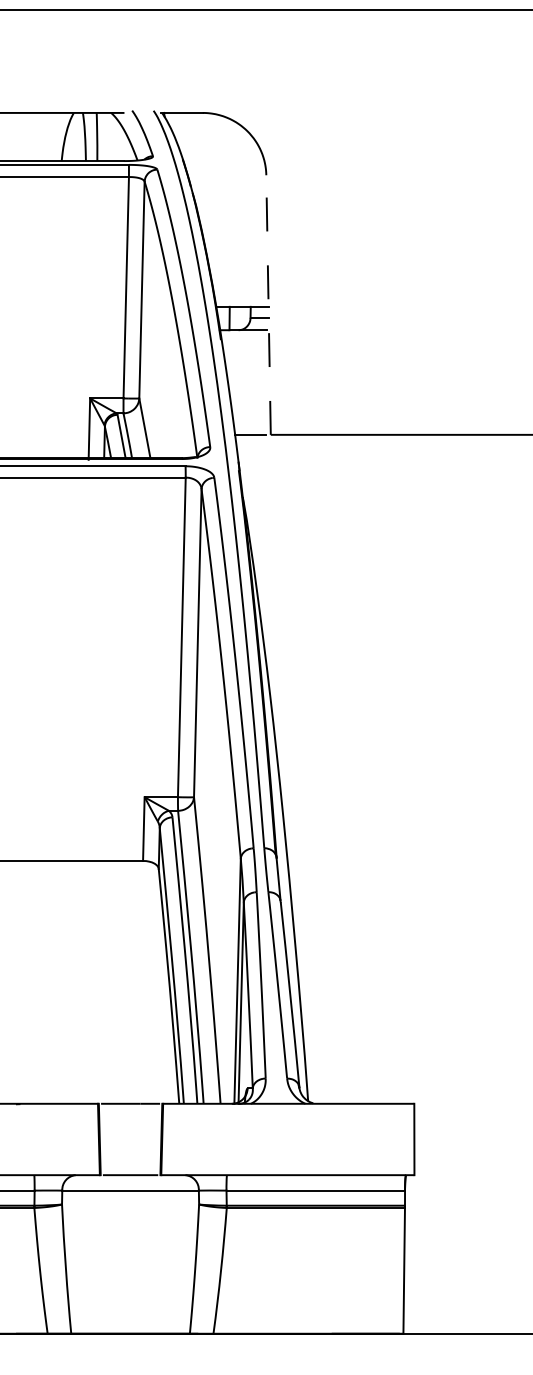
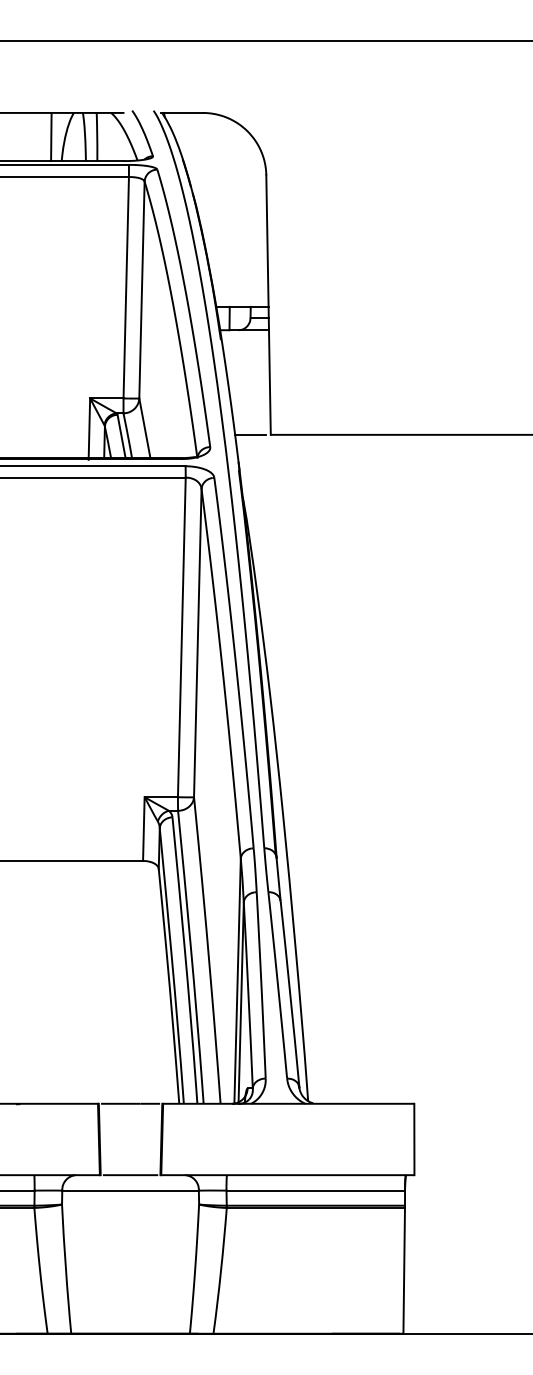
line at (265, 10) position: (265, 10) -> (265, 41)
line at (51, 136): none -> present
line at (268, 305): dashed -> solid
